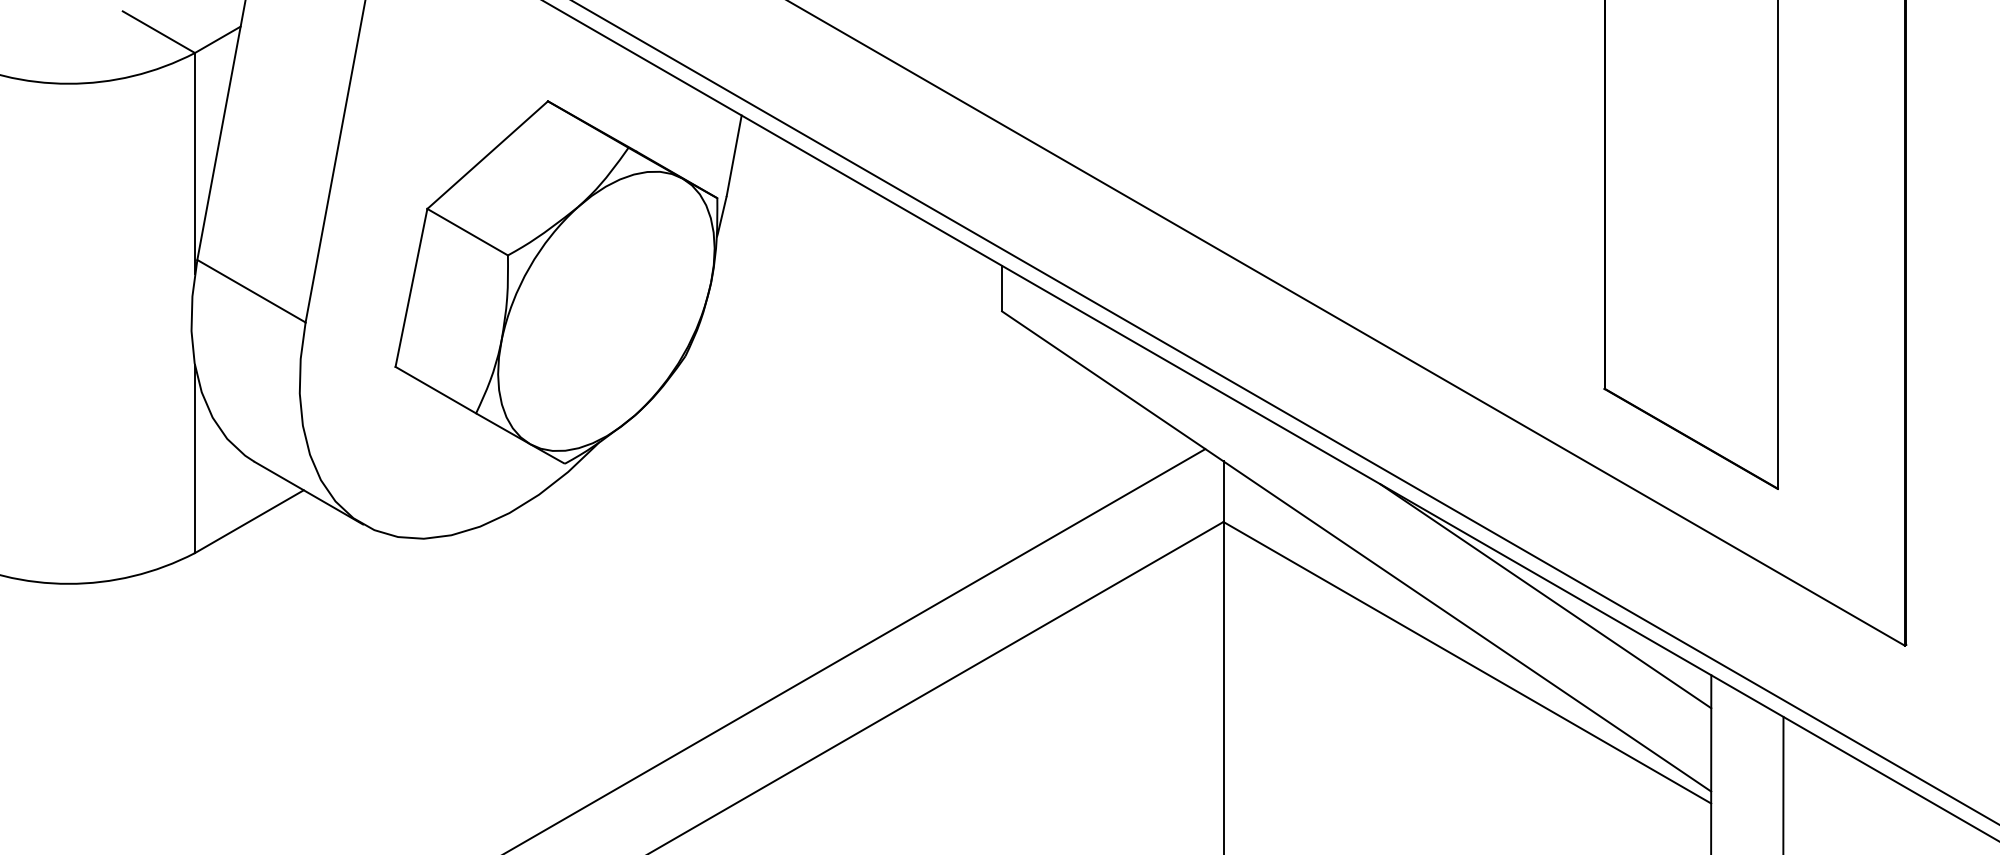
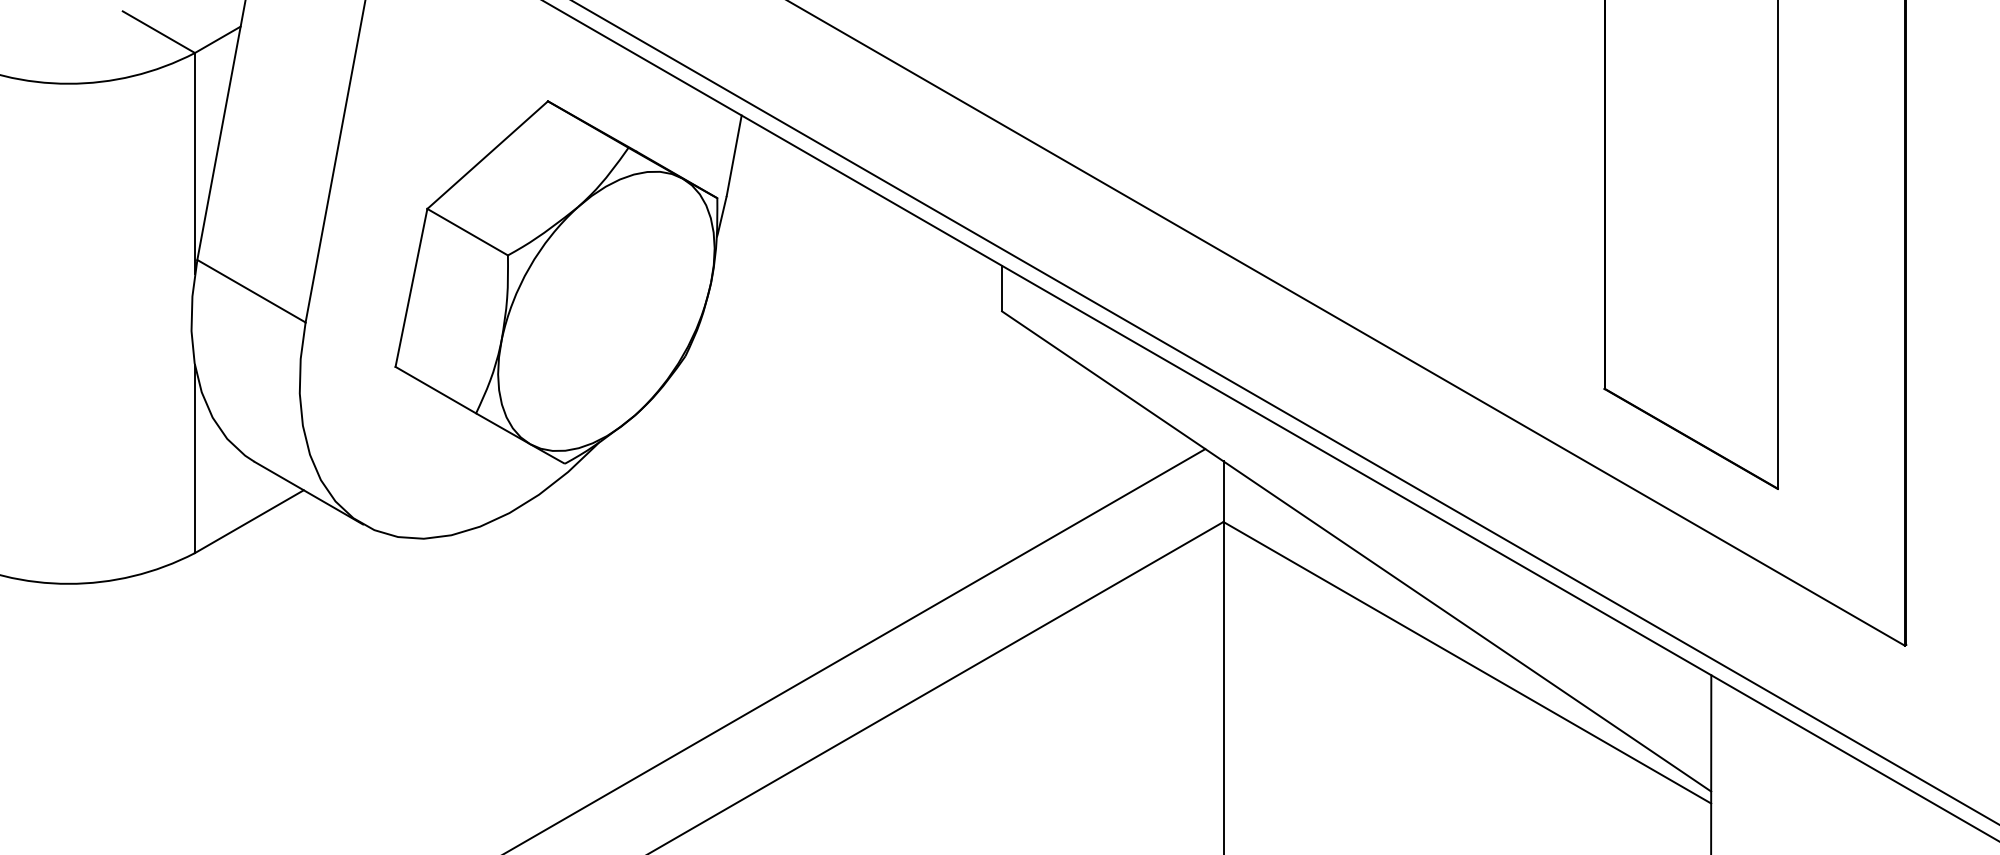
line at (1545, 596): present -> none
line at (1783, 783): present -> none
